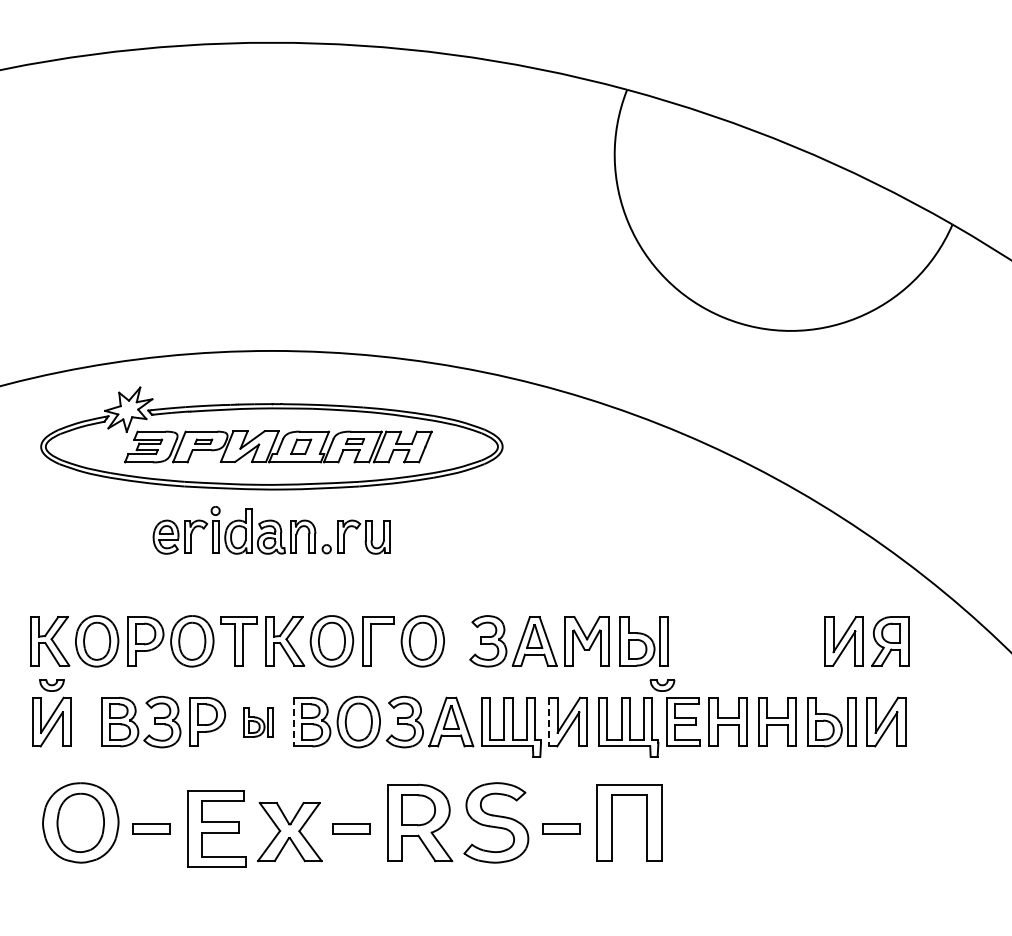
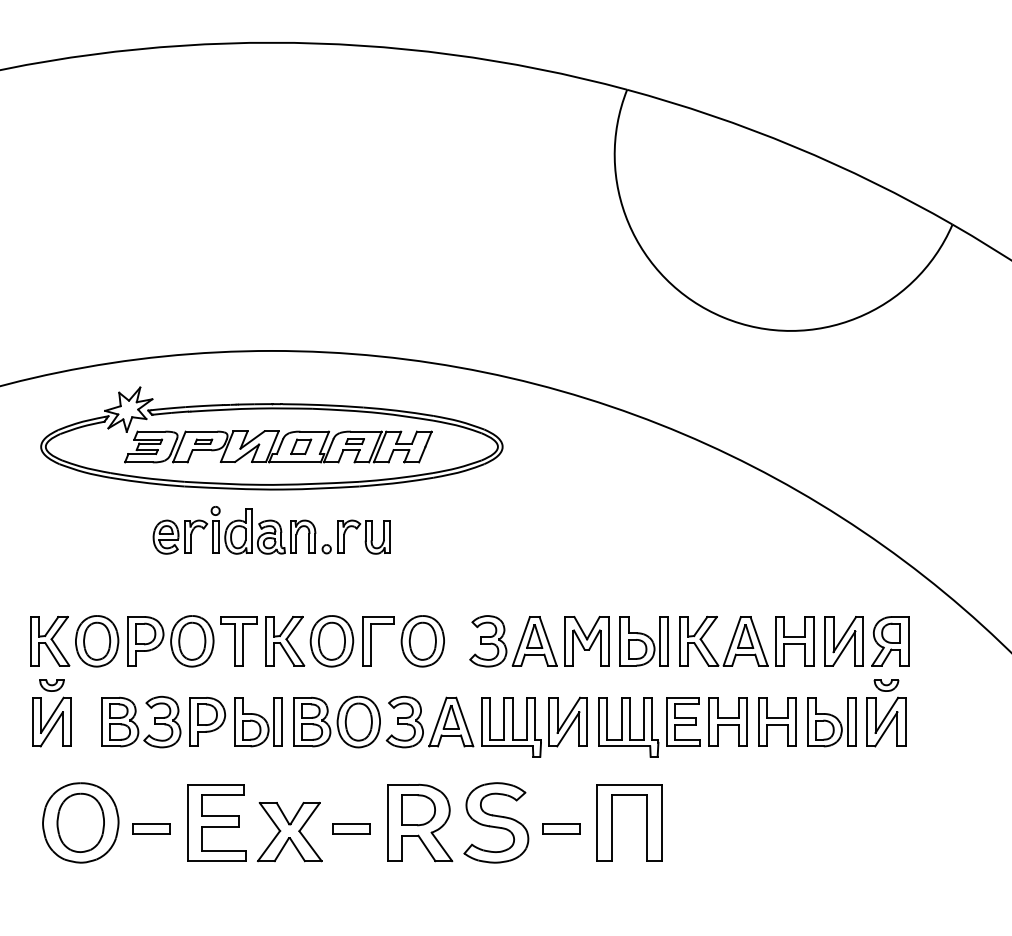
part at (746, 641): none -> present
part at (662, 685) position: (662, 685) -> (886, 685)
part at (258, 722) size: 31x31 px -> 49x51 px
line at (294, 722): dashed -> solid
line at (549, 722): dashed -> solid
part at (216, 828) position: (216, 828) -> (216, 822)
